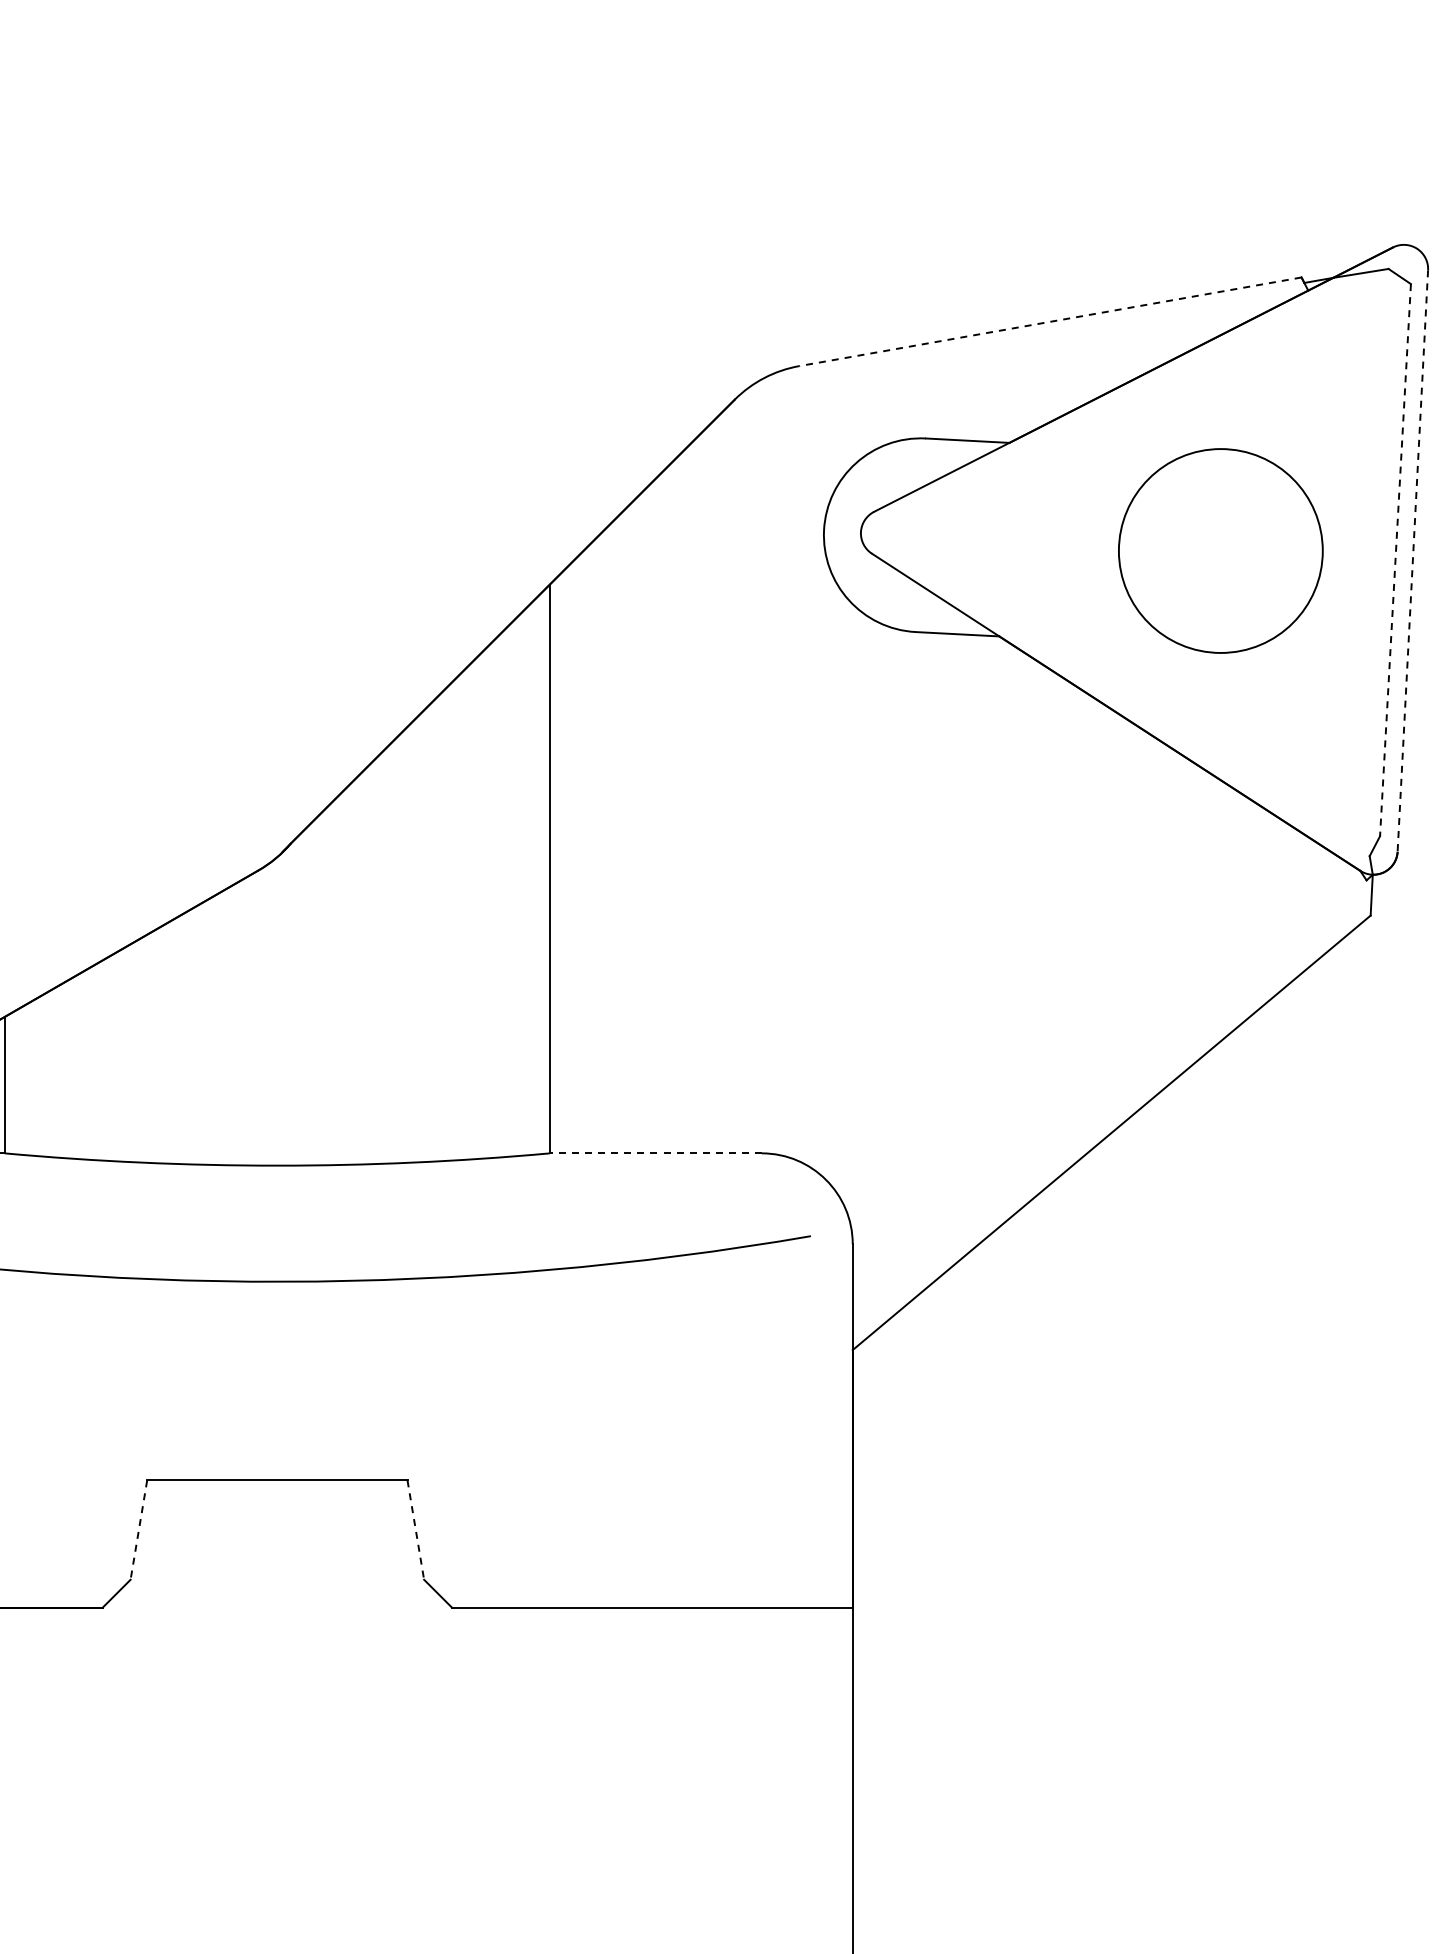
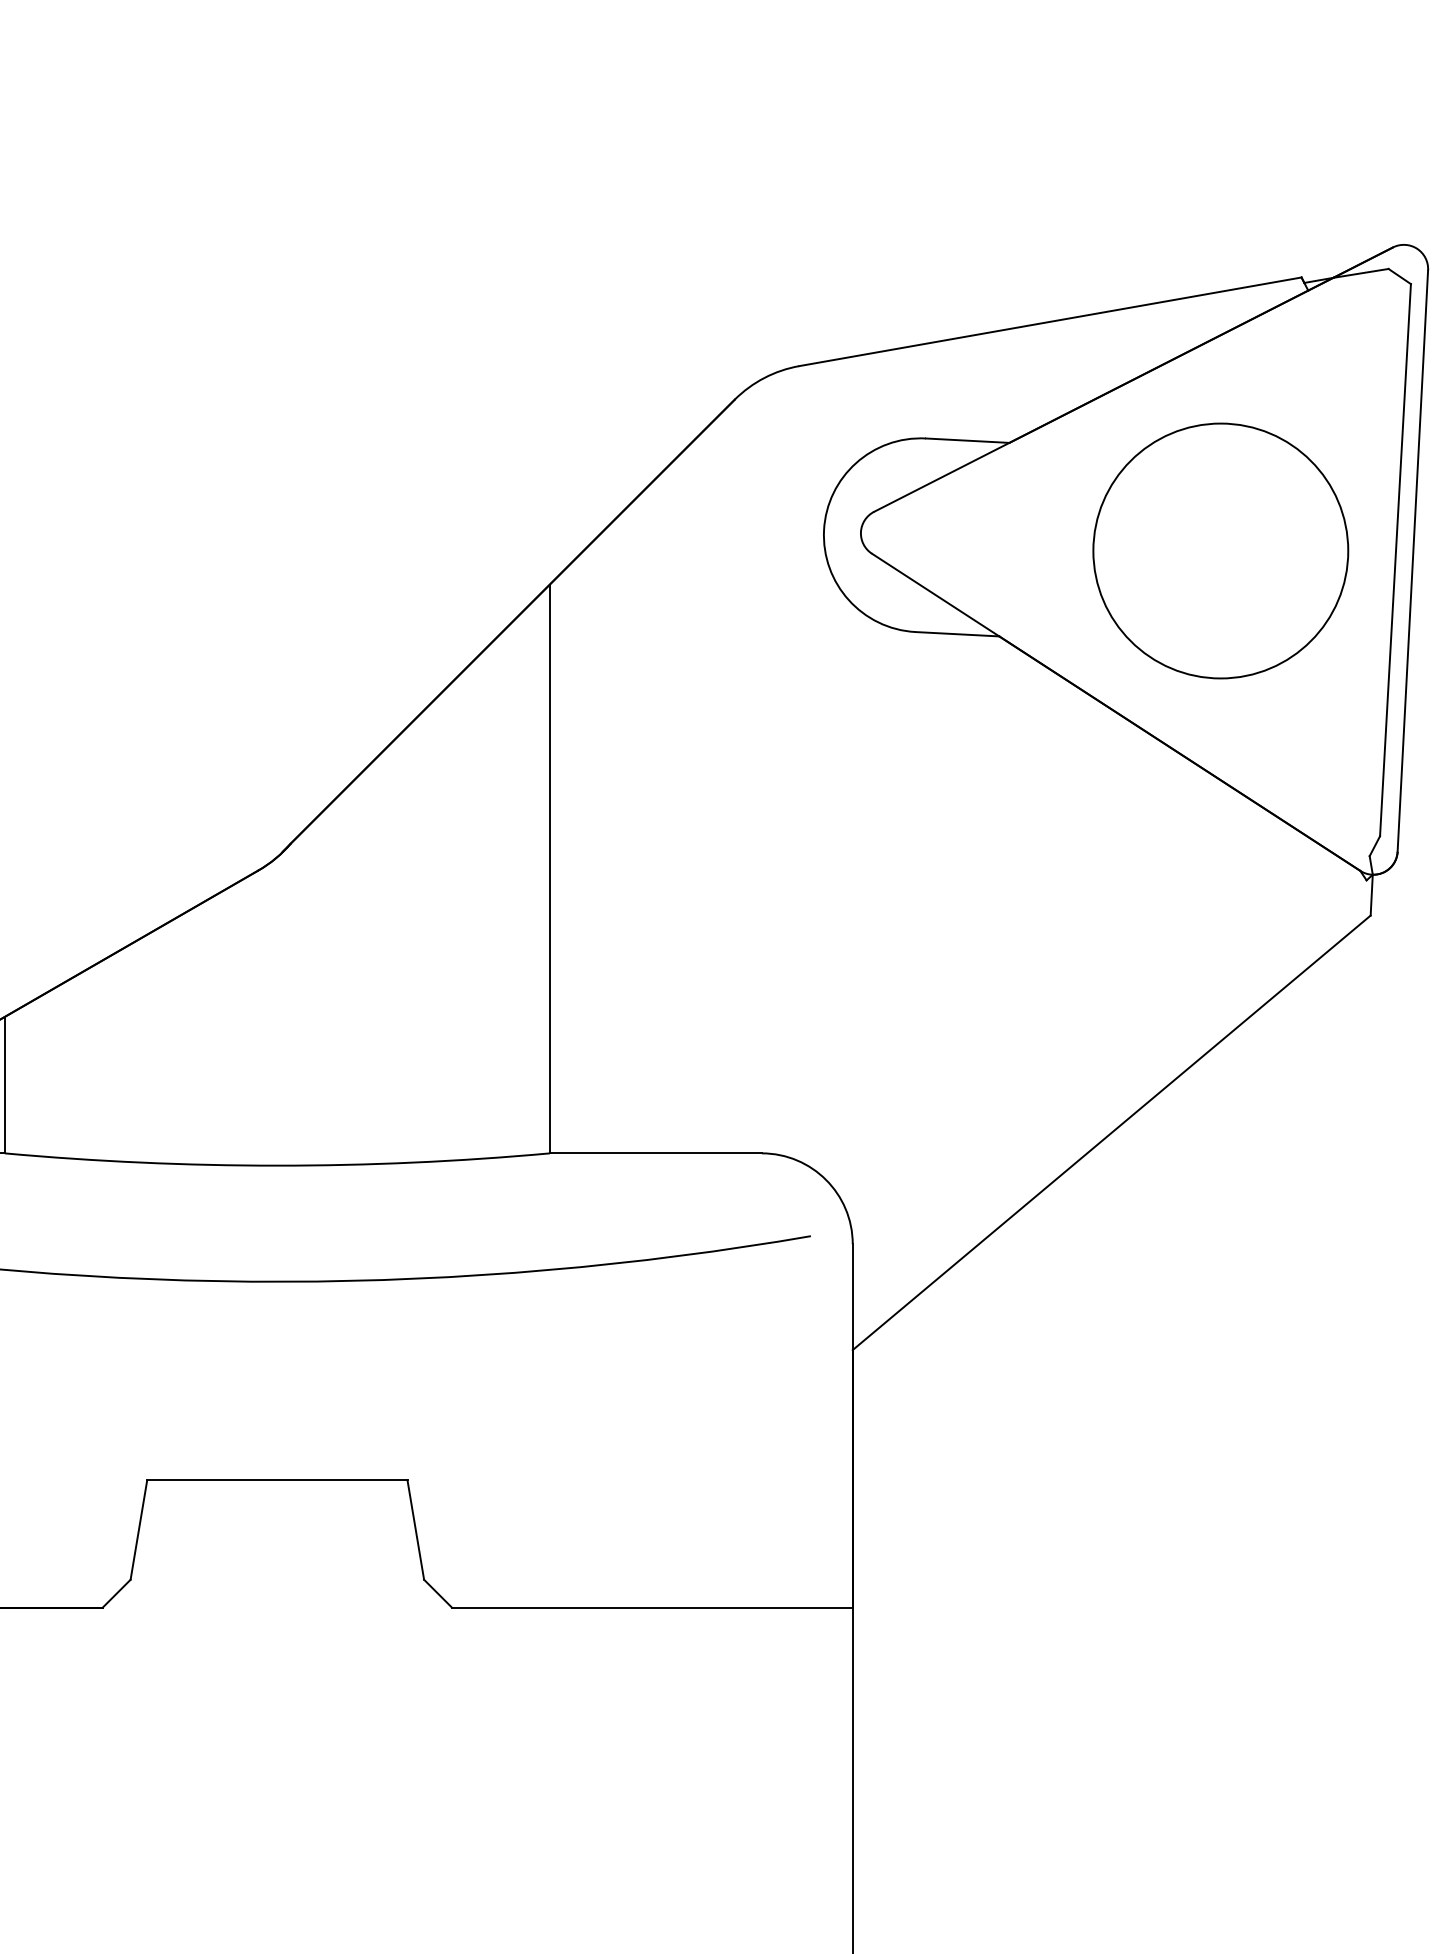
line at (1050, 321): dashed -> solid
circle at (1220, 550) size: 206x206 px -> 258x258 px
line at (1395, 560): dashed -> solid
line at (1412, 561): dashed -> solid
line at (655, 1153): dashed -> solid
line at (138, 1530): dashed -> solid
line at (415, 1530): dashed -> solid
